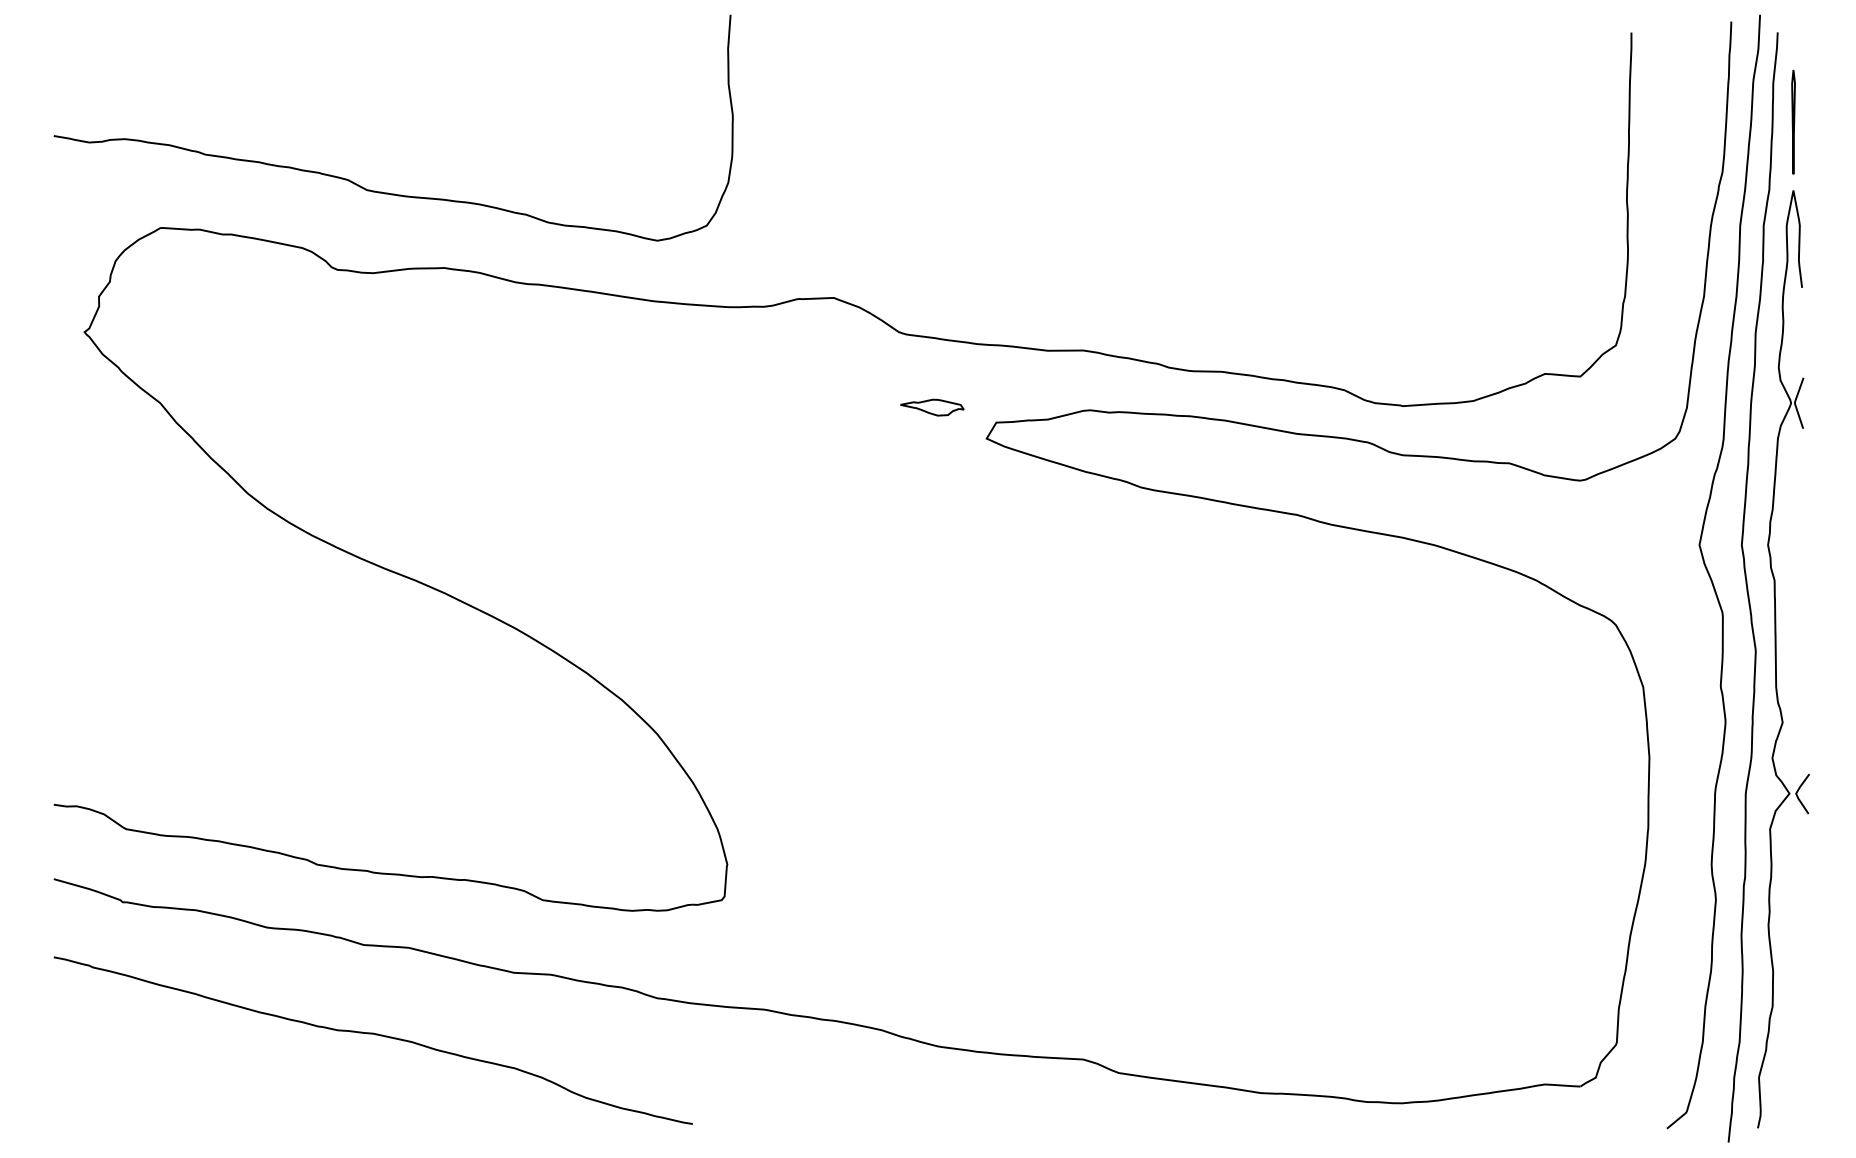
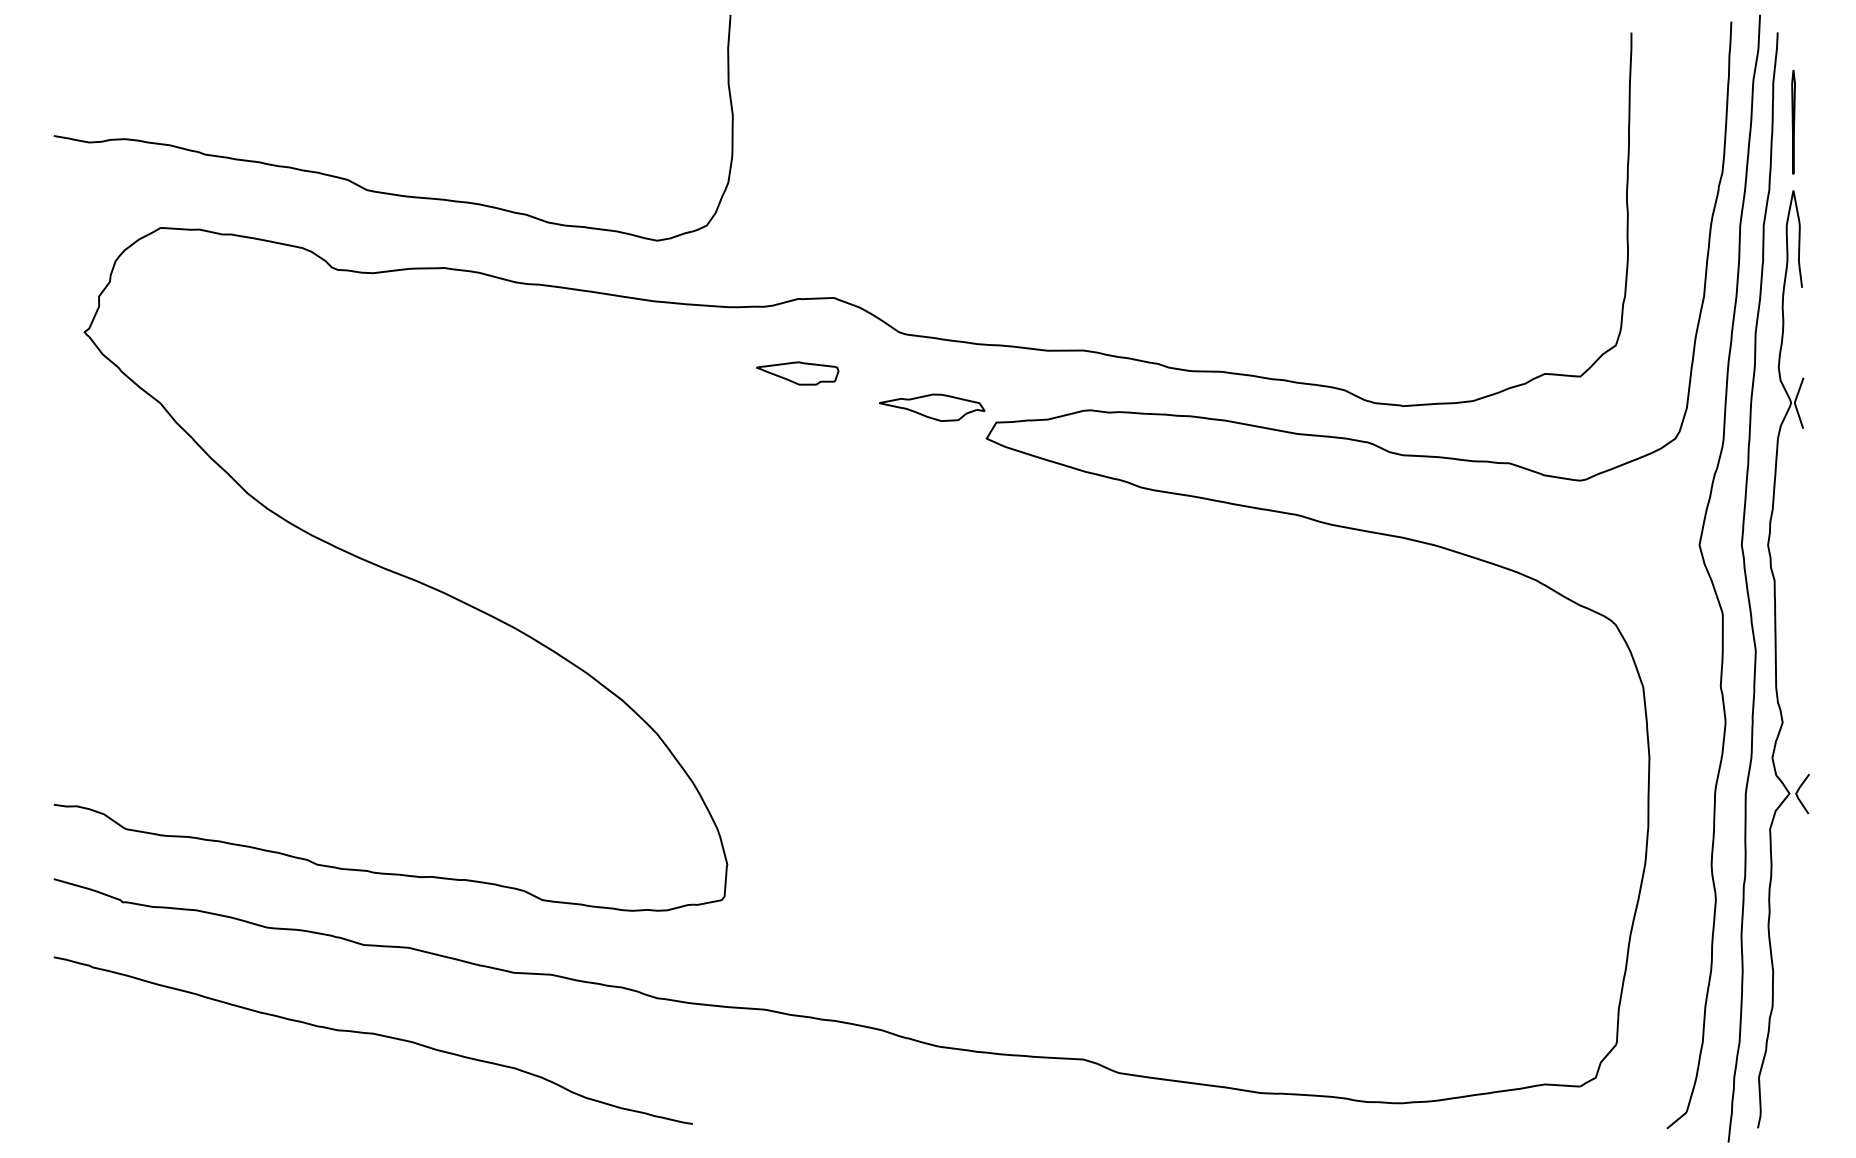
part at (797, 373): none -> present
part at (932, 407) size: 65x19 px -> 107x29 px
